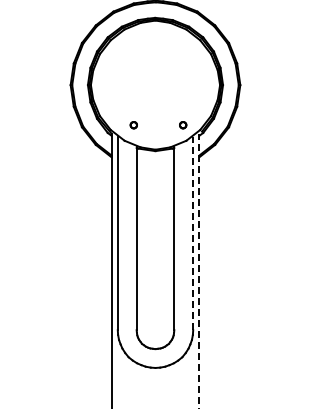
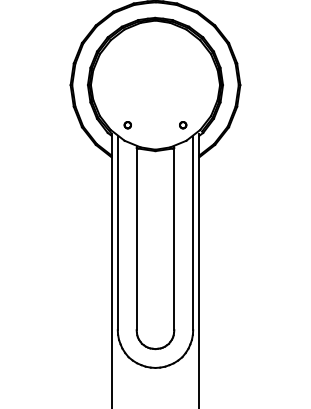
part at (133, 125) position: (133, 125) -> (127, 125)
line at (193, 233): dashed -> solid
line at (199, 270): dashed -> solid
